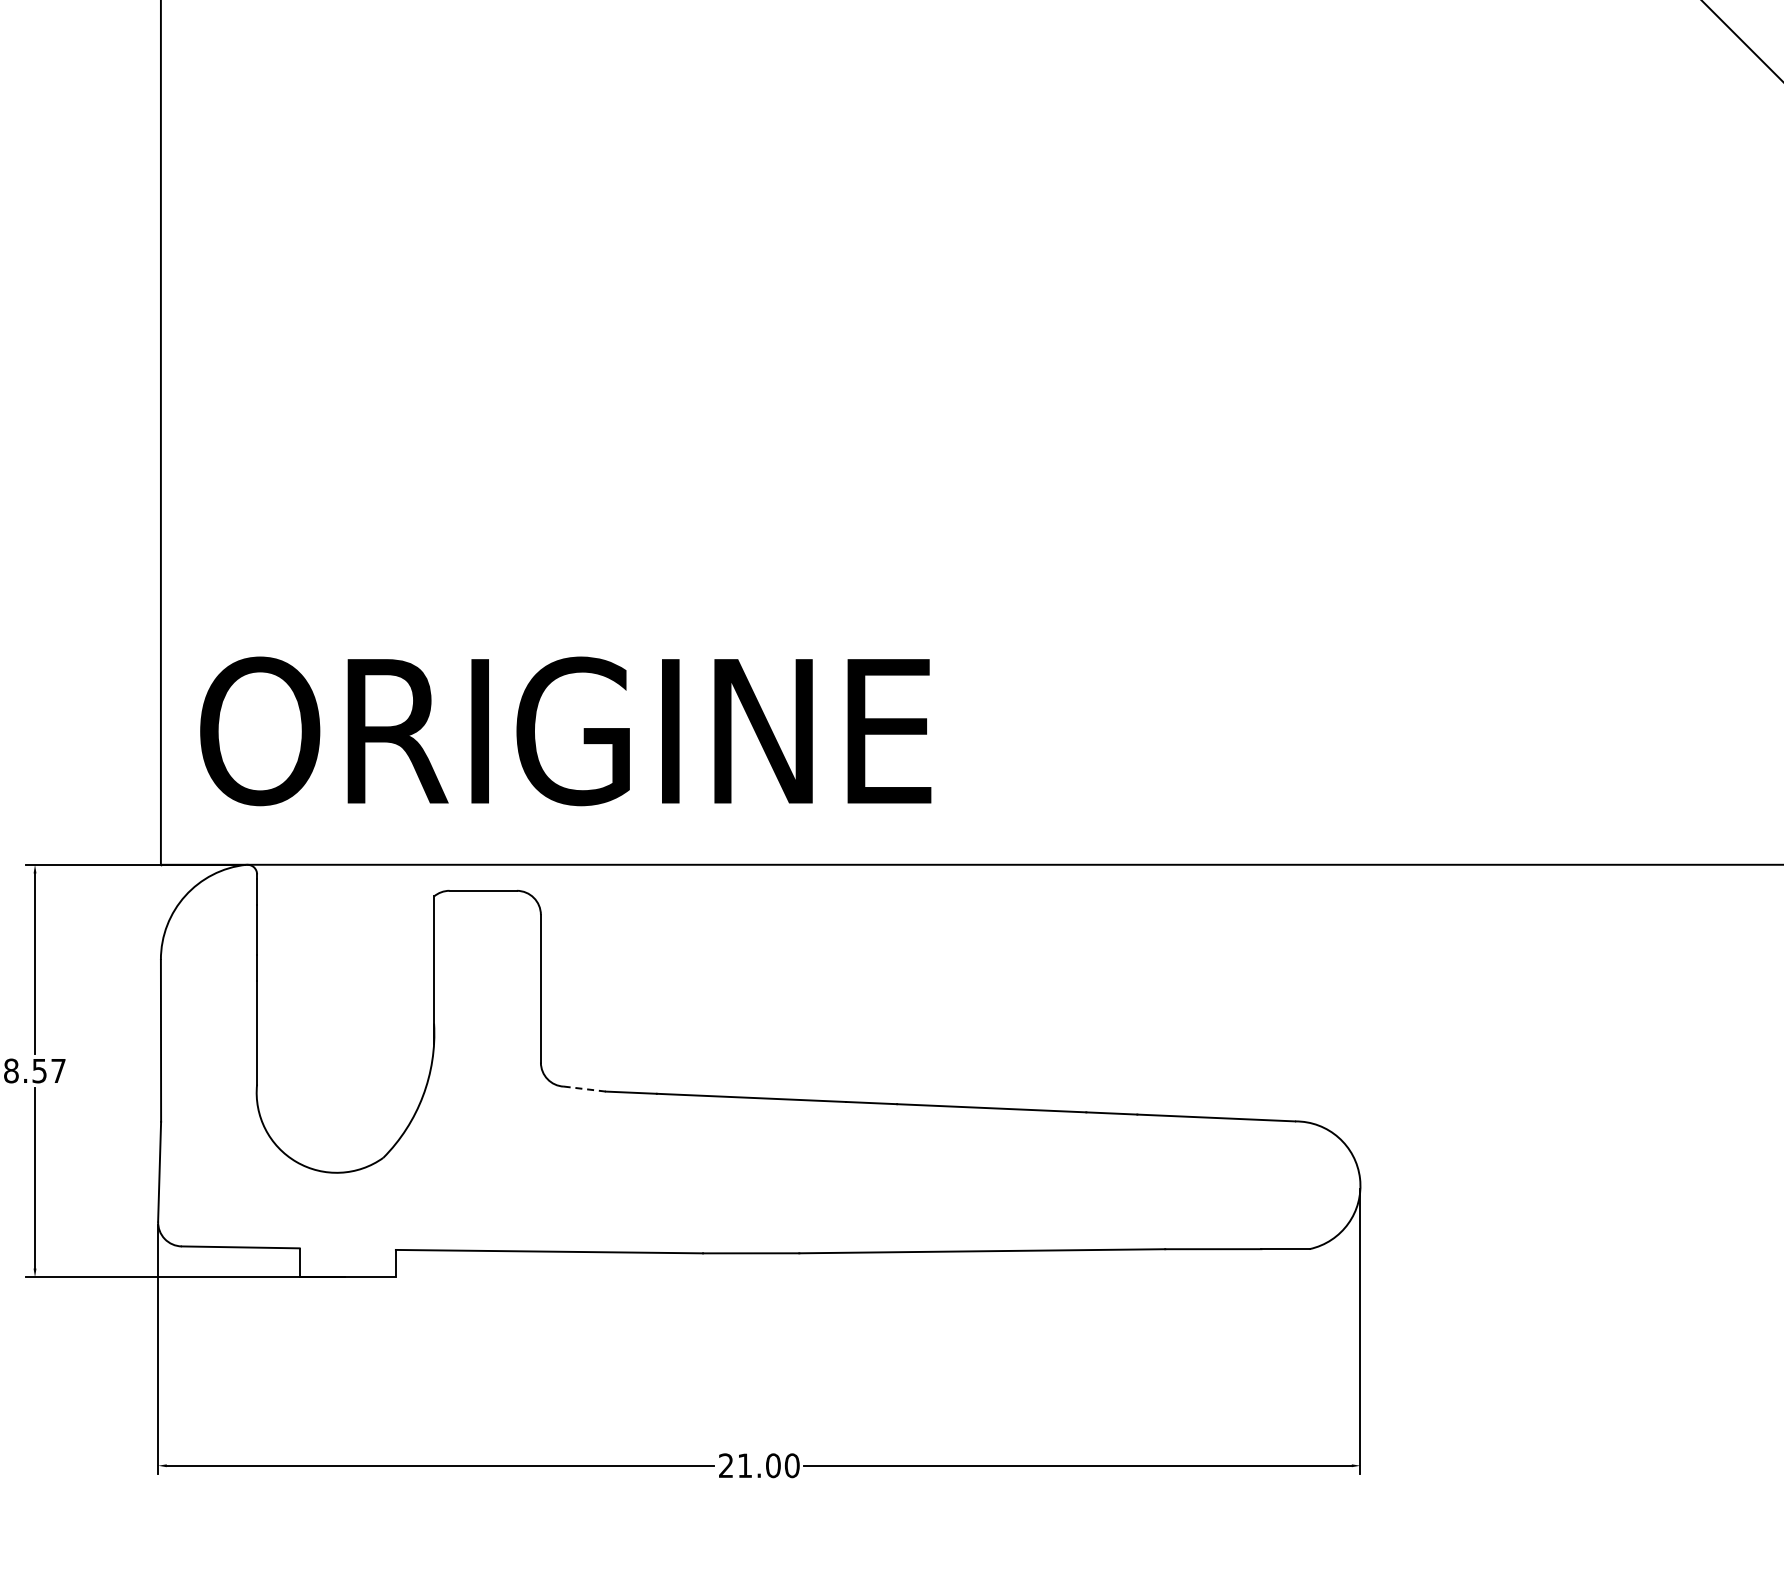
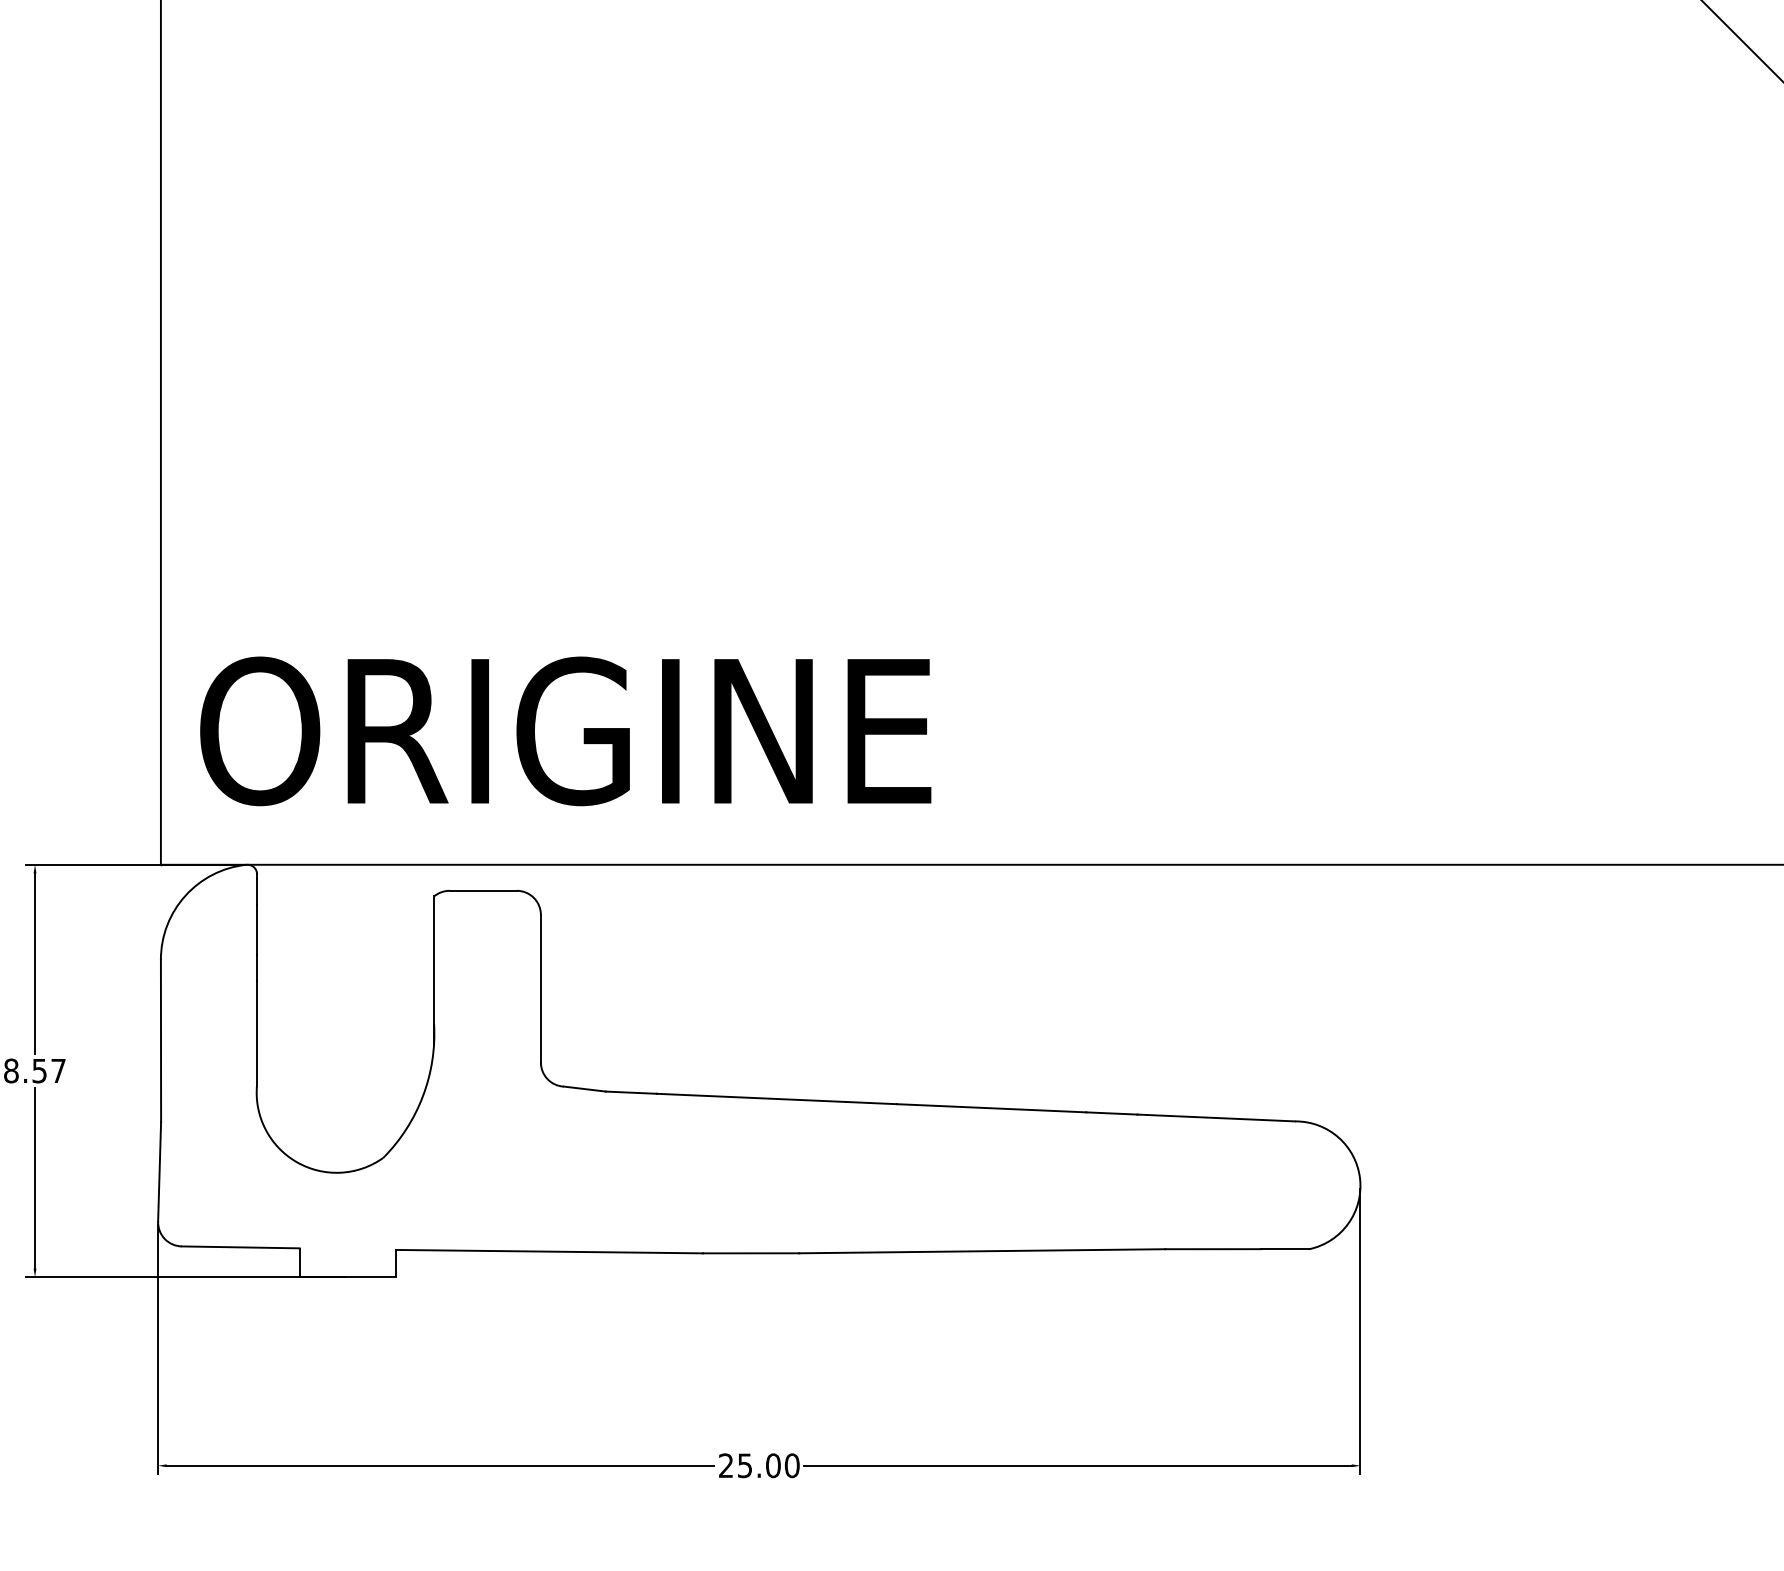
line at (584, 1089): dashed -> solid
text at (744, 1465): 21.00 -> 25.00
